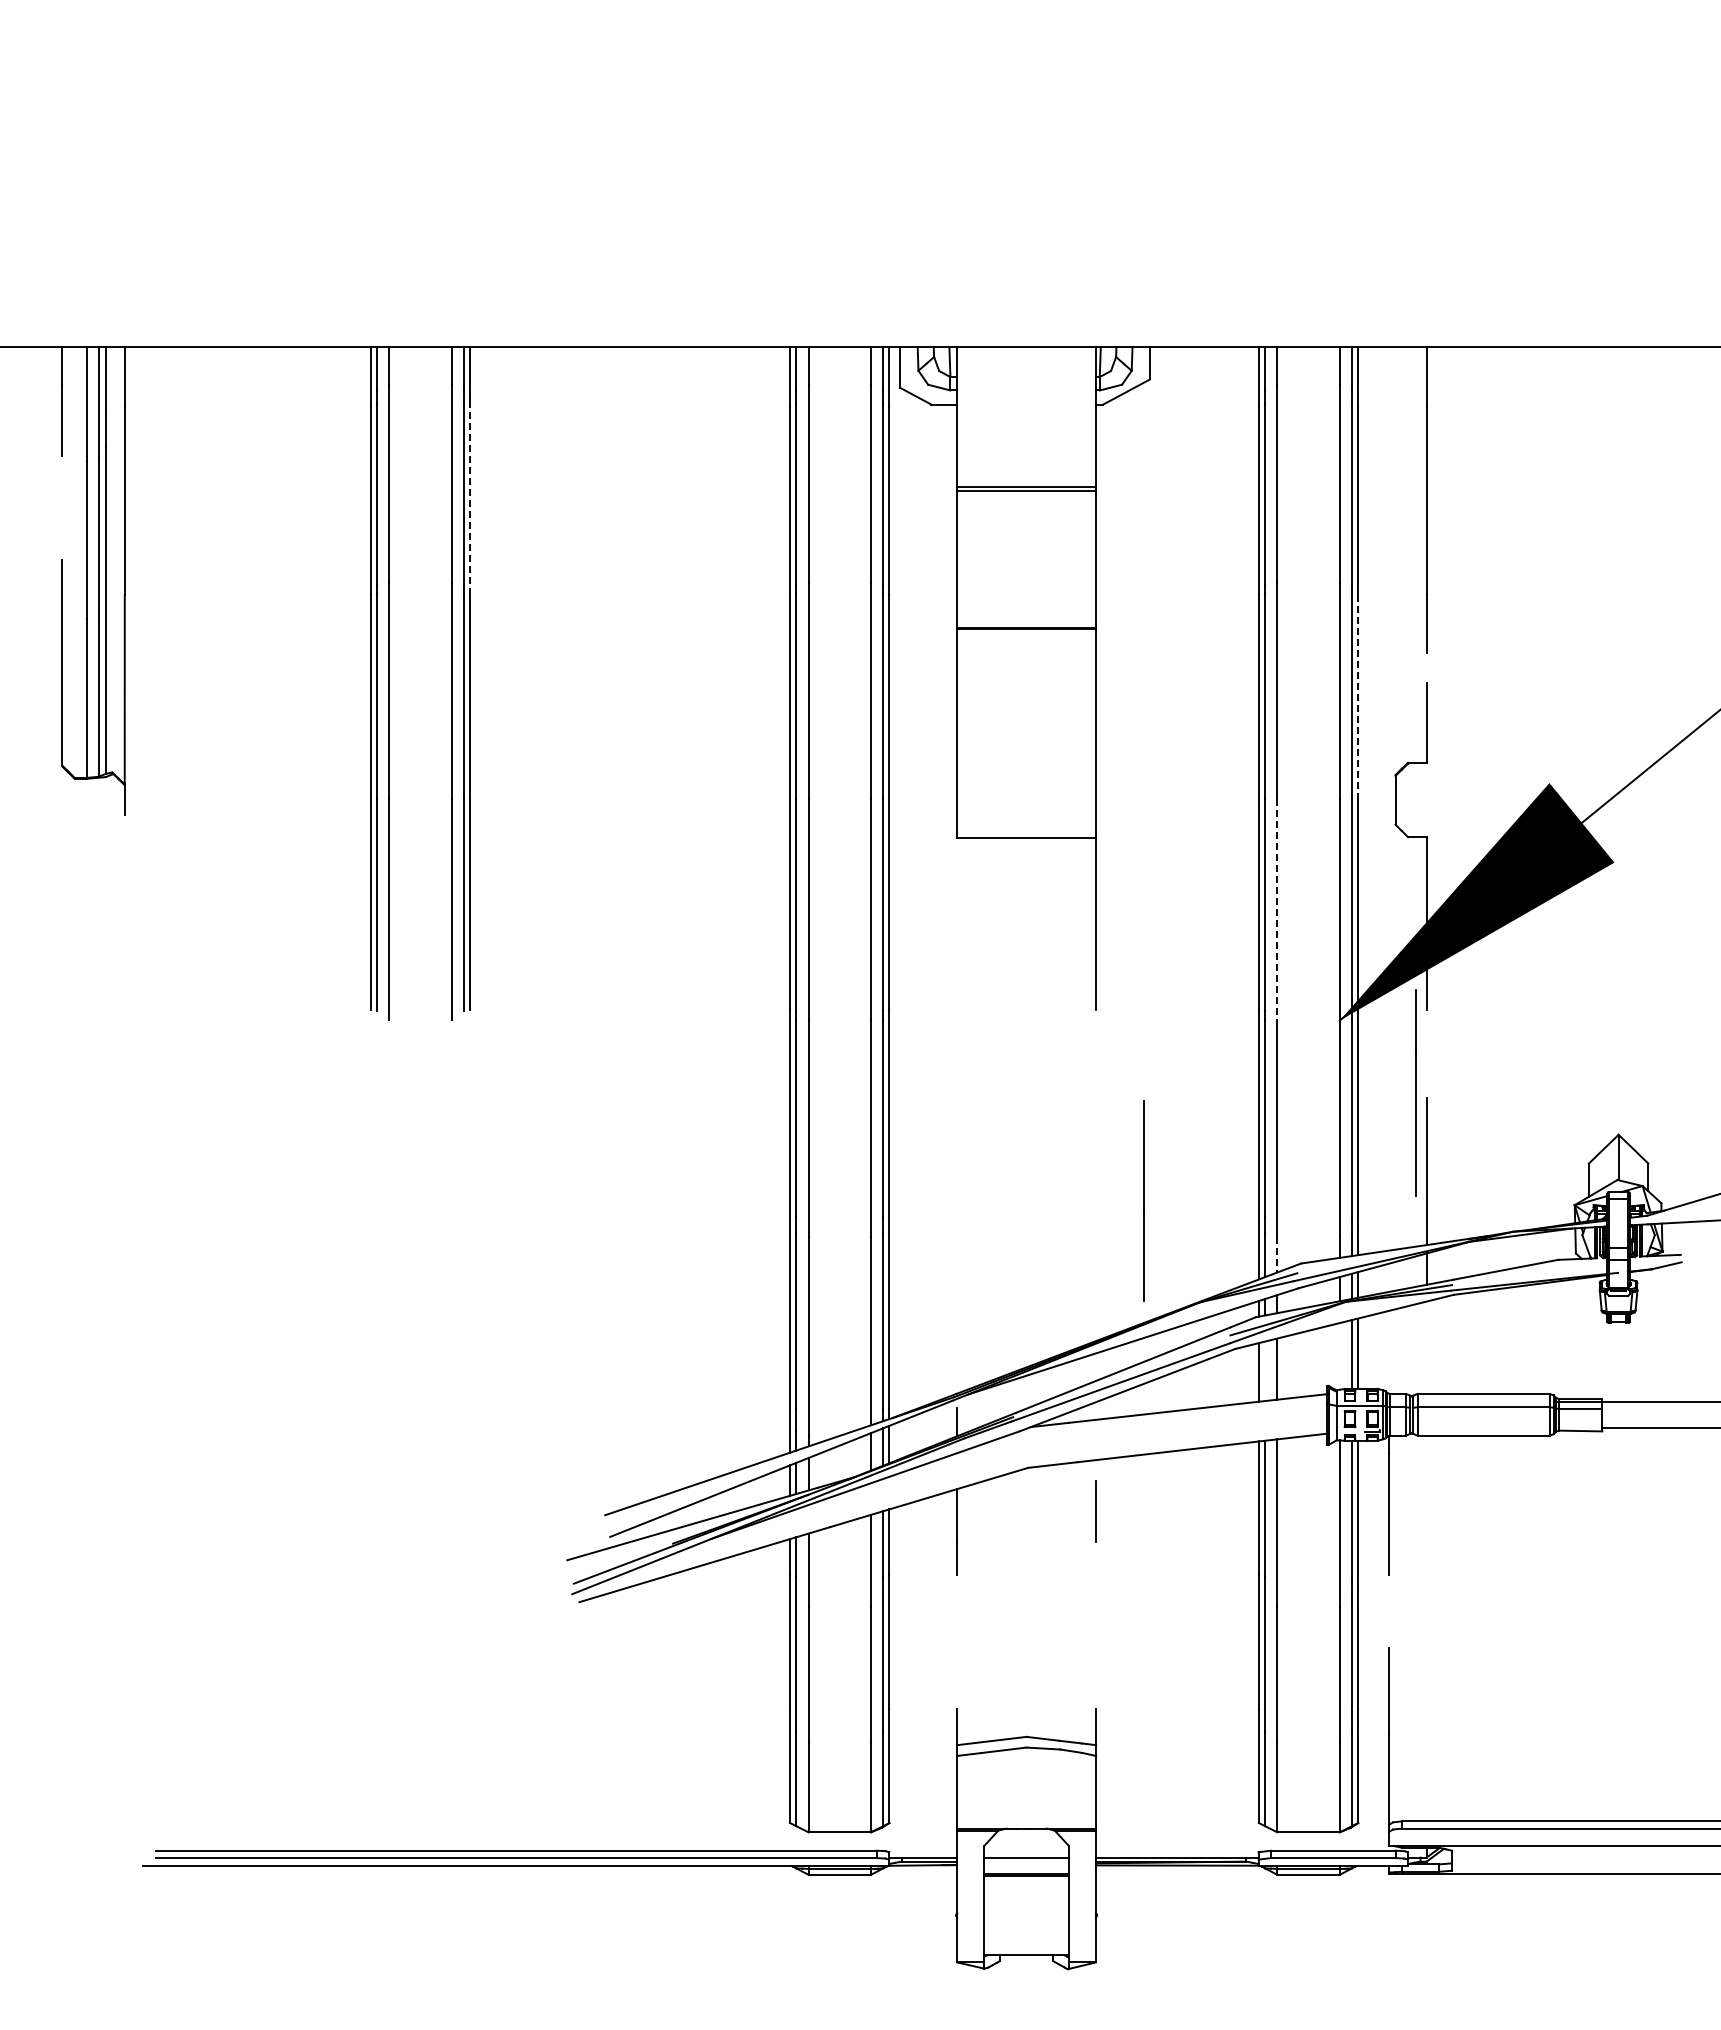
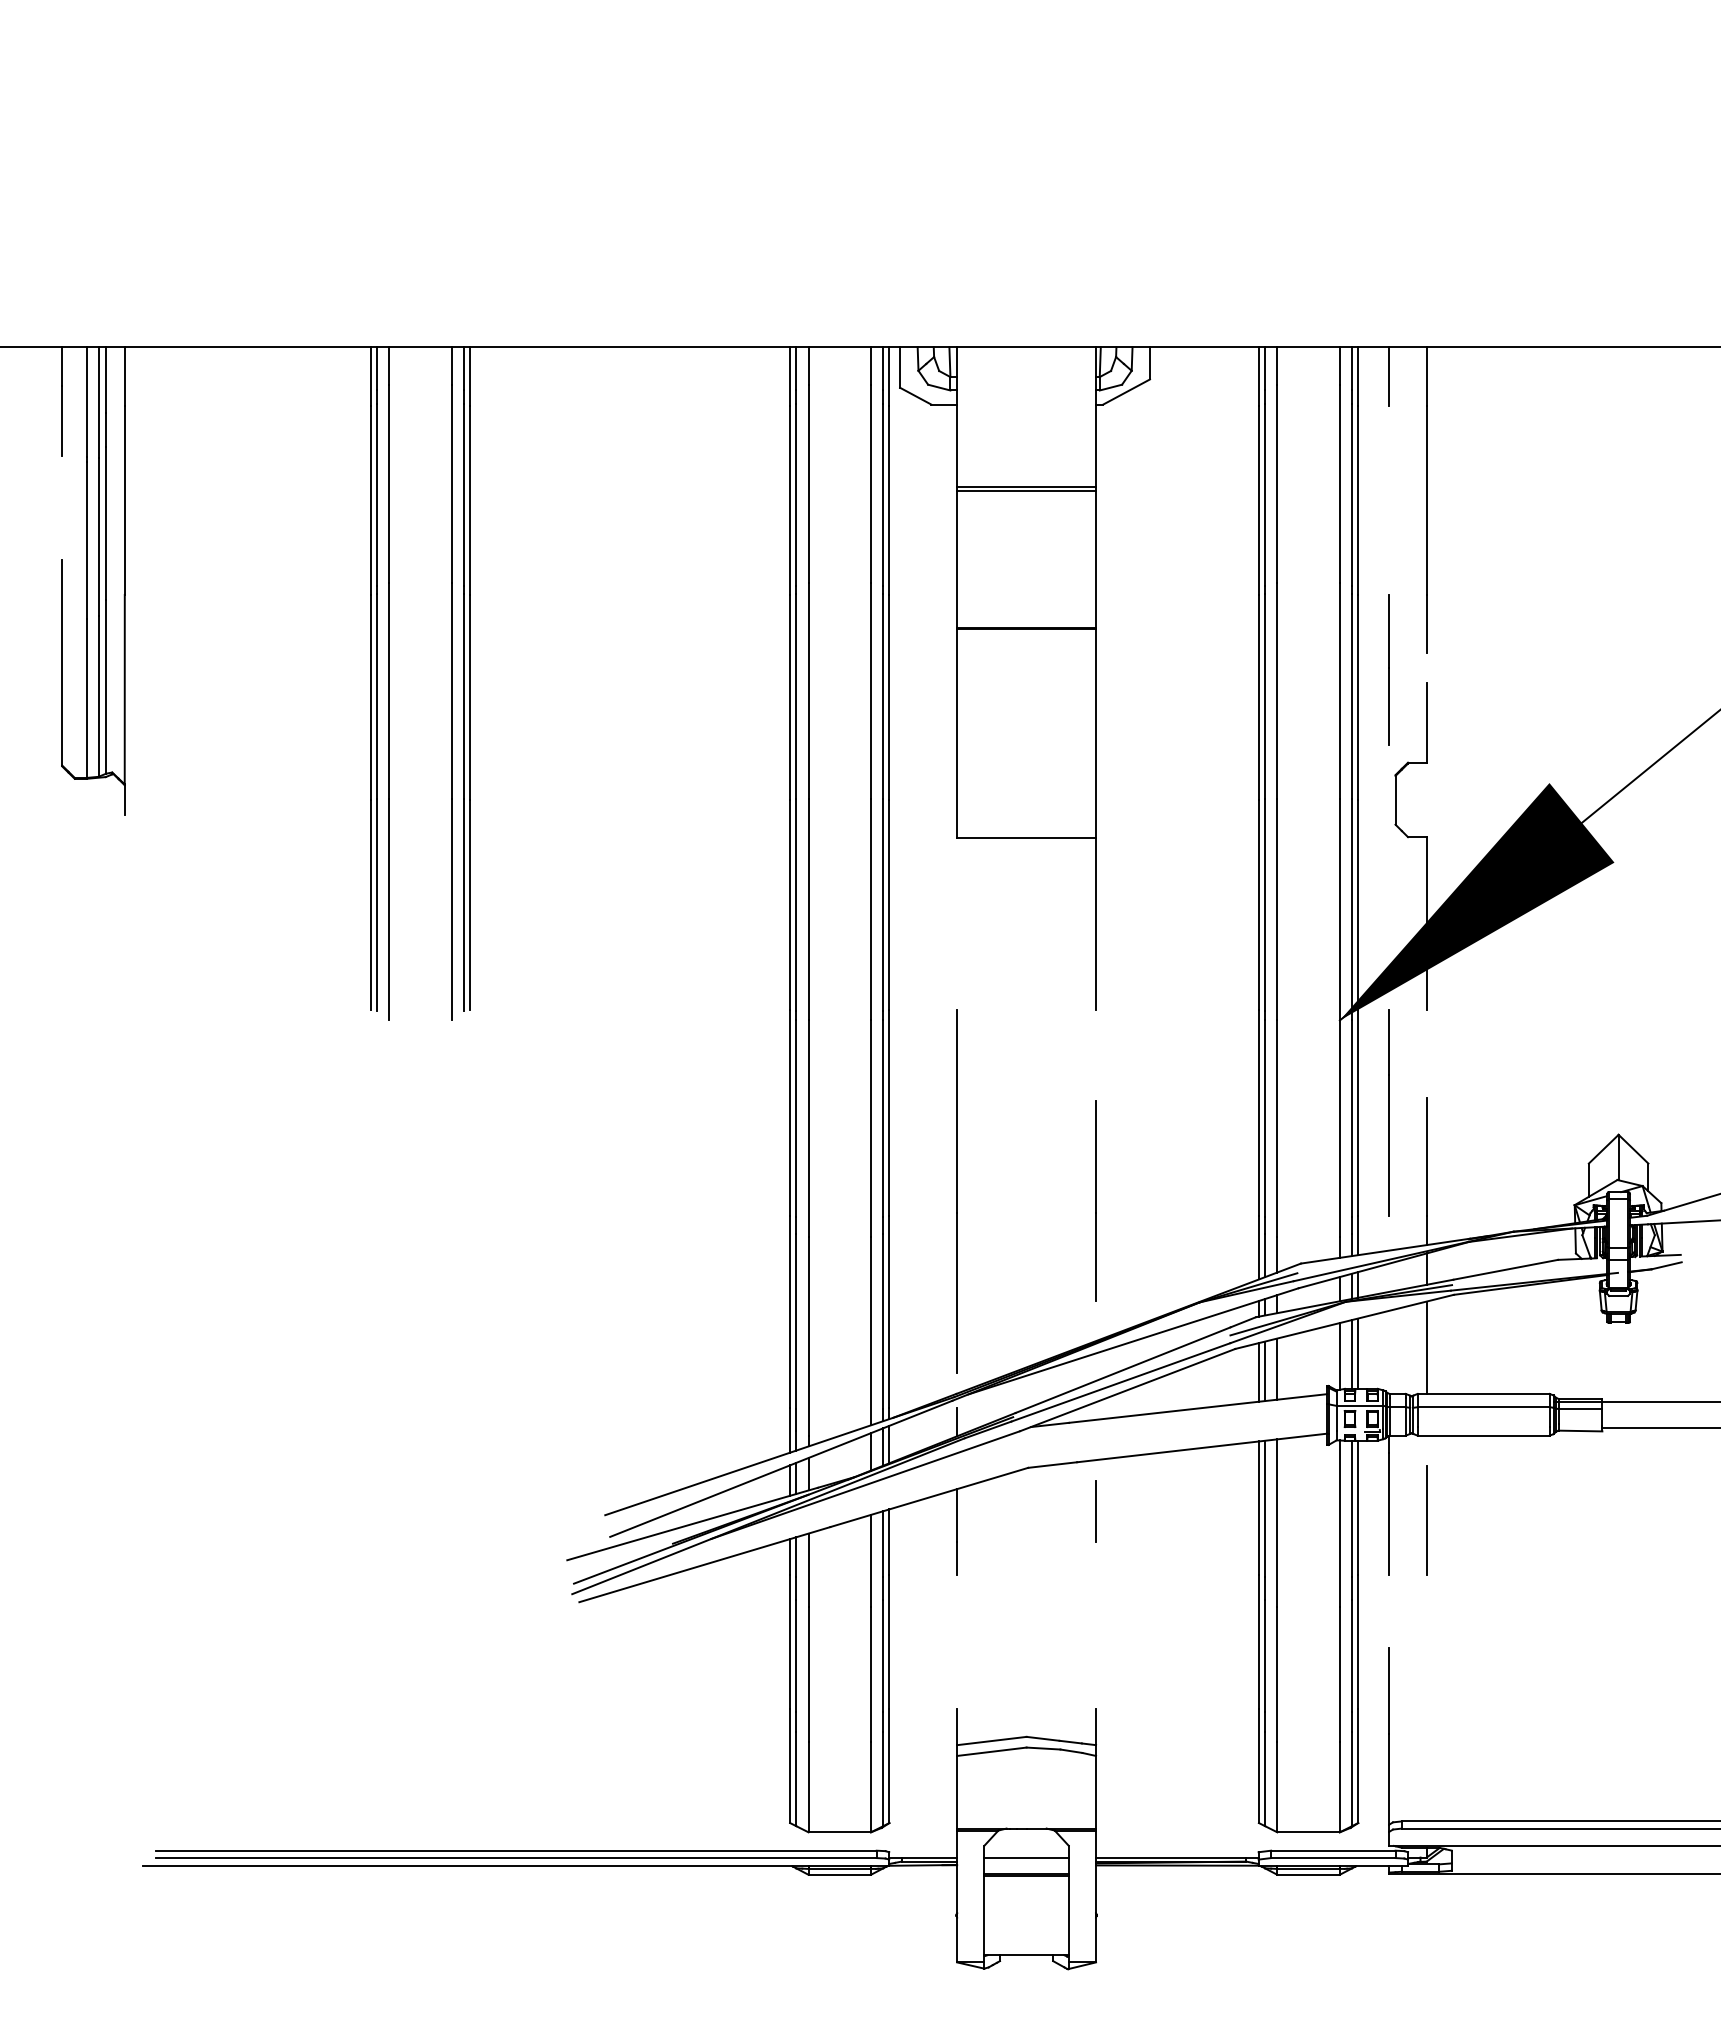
line at (1389, 376): none -> present
line at (470, 500): dashed -> solid
line at (1388, 669): none -> present
line at (1358, 697): dashed -> solid
line at (1277, 909): dashed -> solid
line at (1415, 1092) position: (1415, 1092) -> (1388, 1112)
line at (956, 1191): none -> present
line at (1143, 1200) position: (1143, 1200) -> (1095, 1200)
line at (1277, 1254): dashed -> solid
line at (1426, 1347): none -> present
line at (1339, 1356): none -> present
line at (1265, 1371): none -> present
line at (1426, 1520): none -> present
